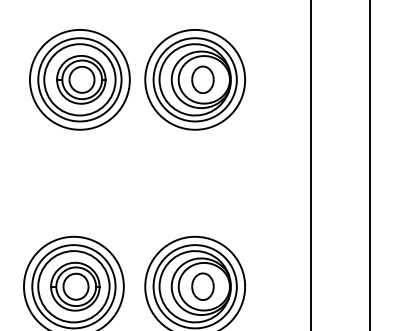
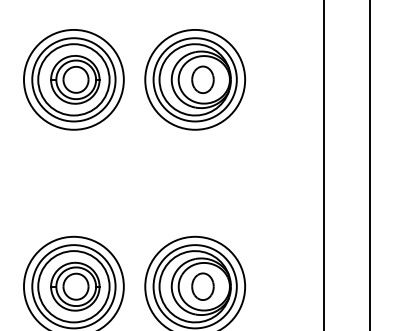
part at (79, 79) position: (79, 79) -> (73, 79)
line at (310, 164) position: (310, 164) -> (323, 164)
